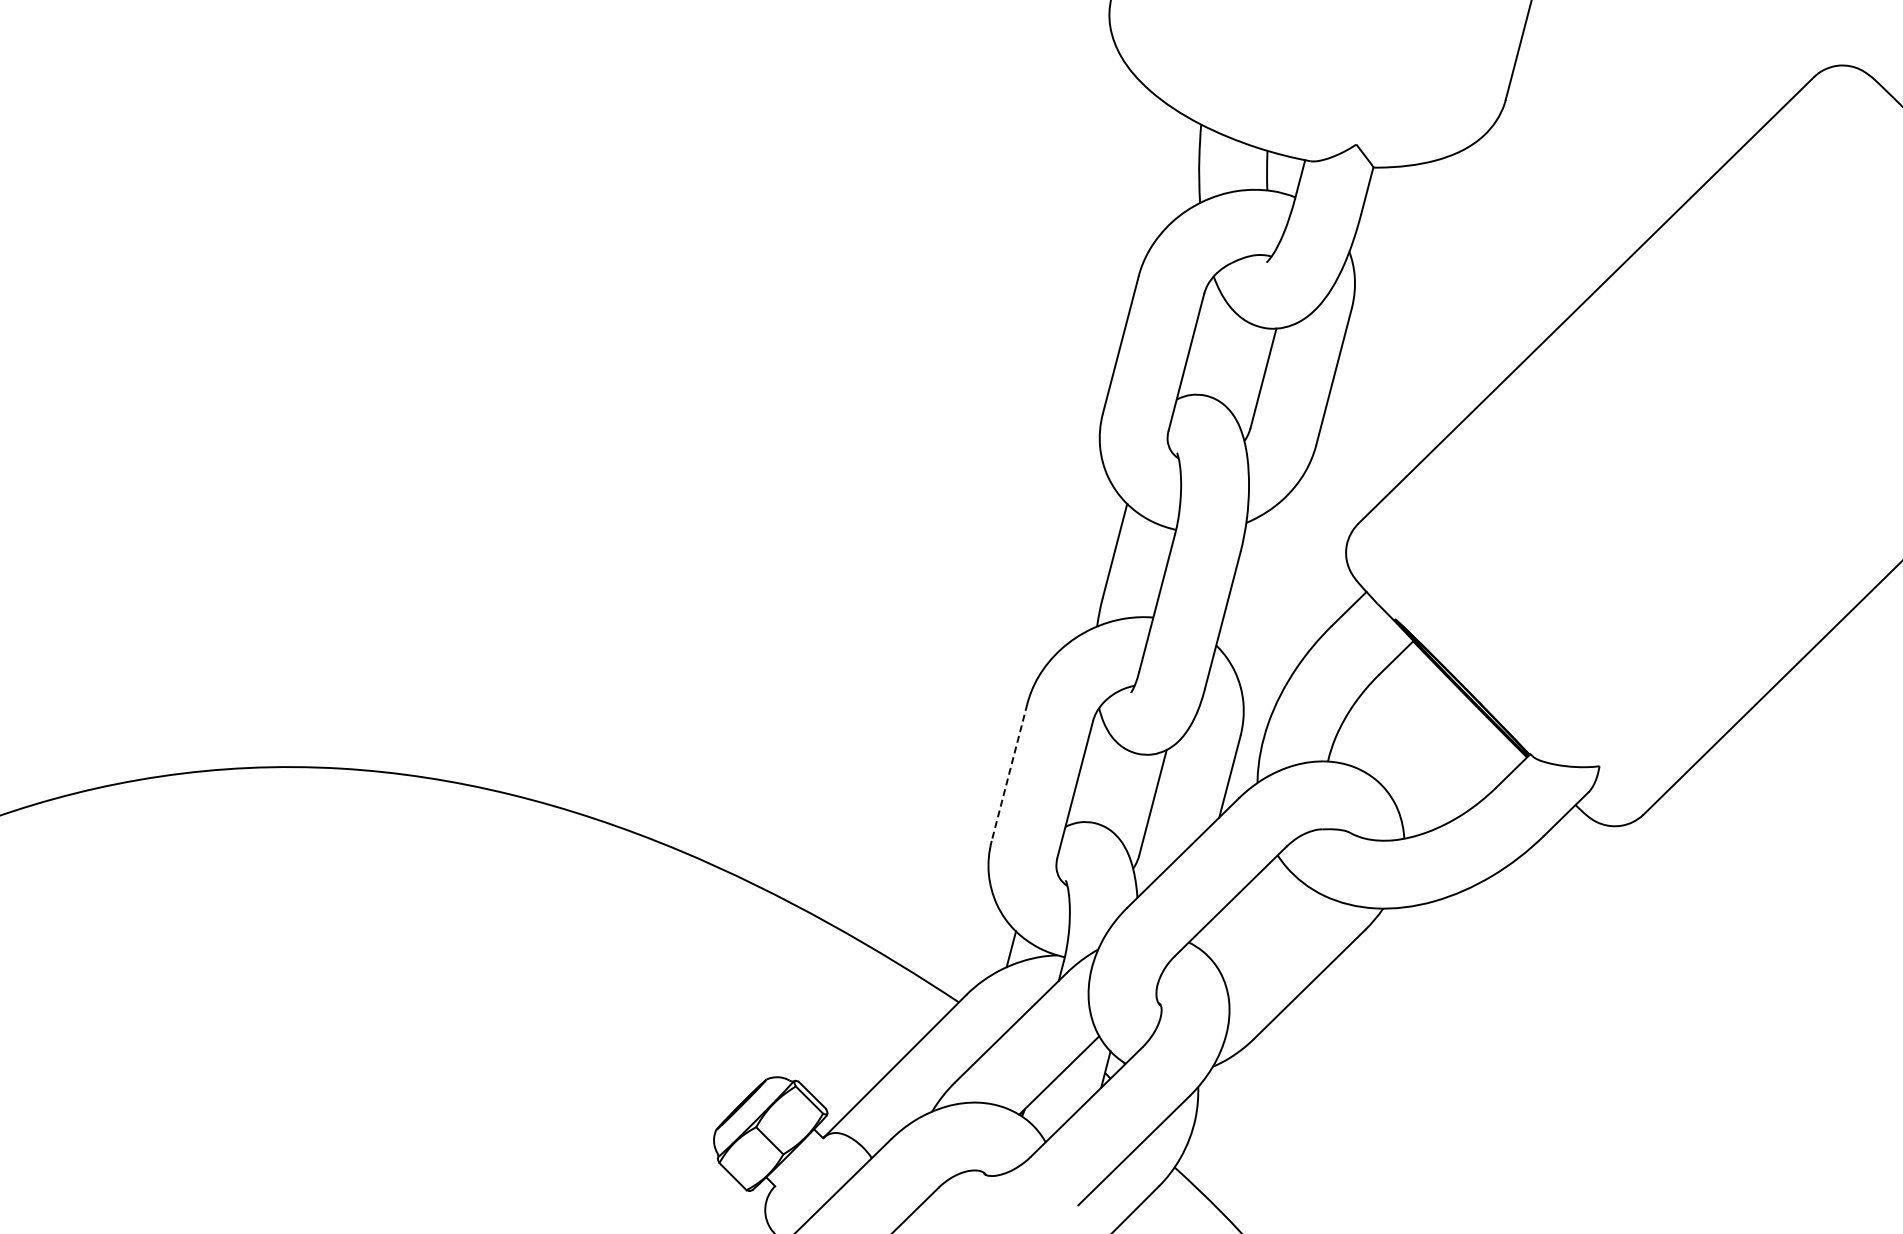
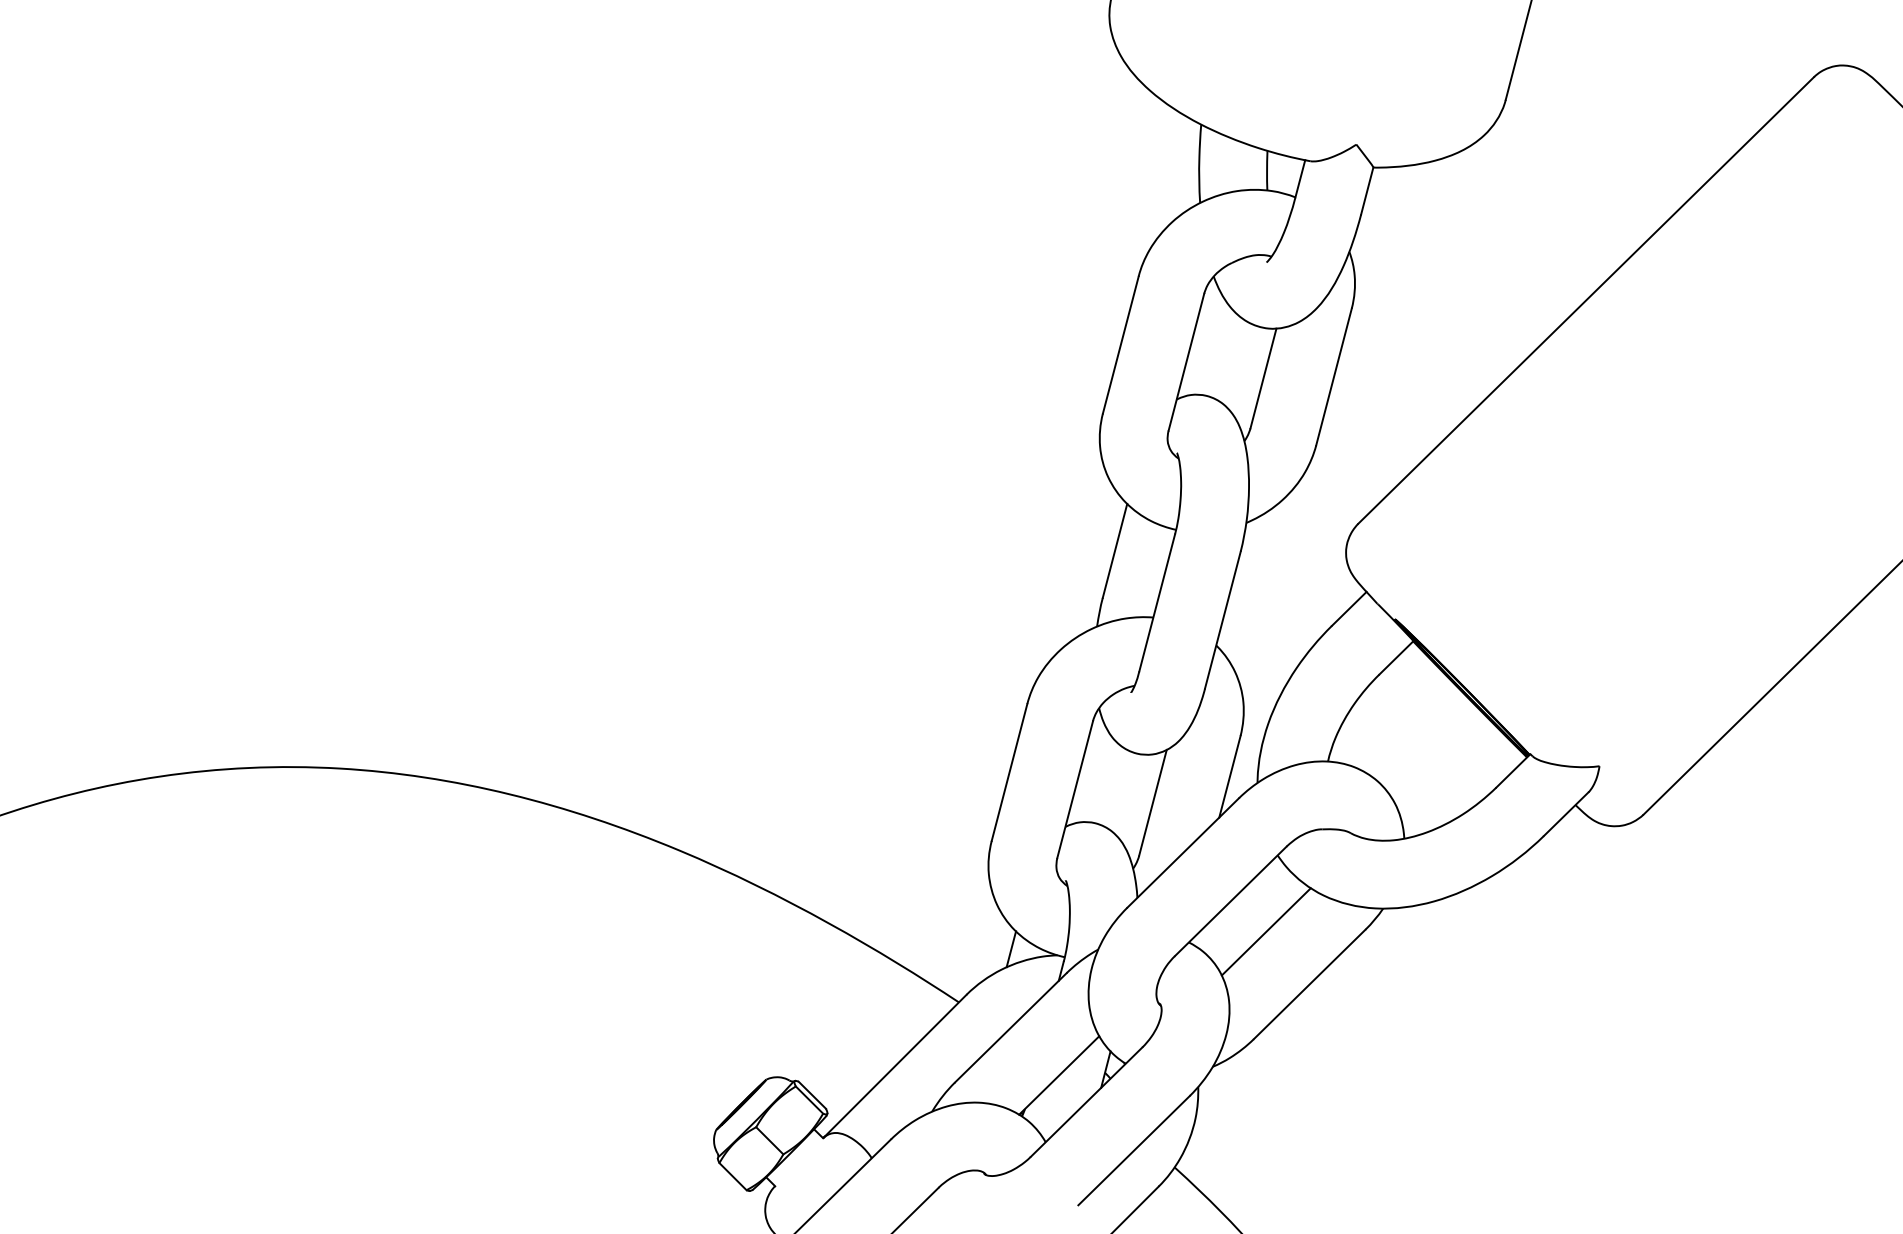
line at (1009, 772): dashed -> solid
line at (1265, 931): none -> present
